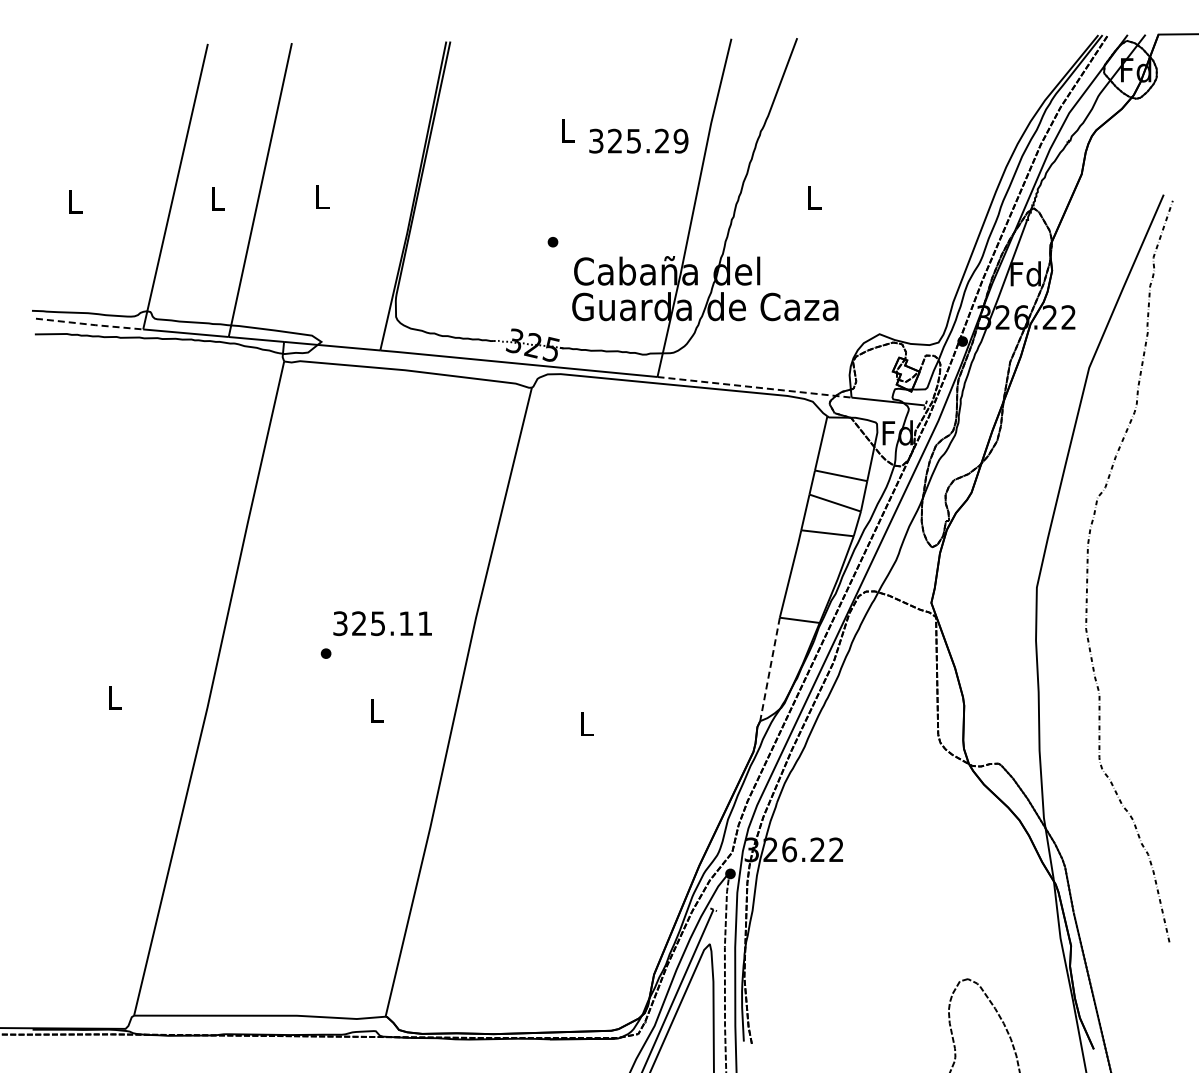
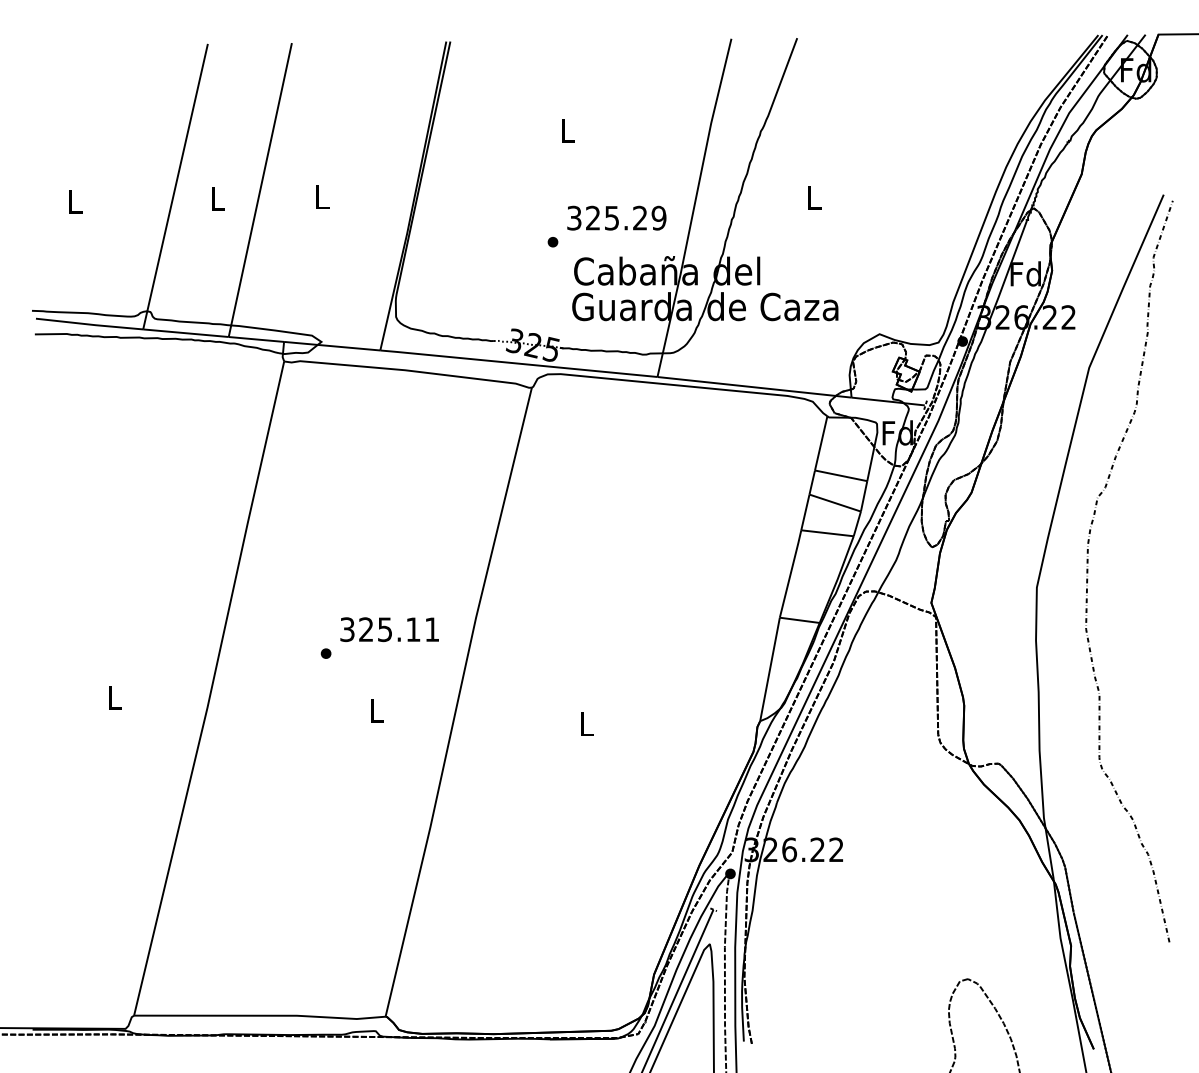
text at (638, 140) position: (638, 140) -> (616, 217)
line at (89, 324): dashed -> solid
line at (754, 387): dashed -> solid
text at (382, 623) position: (382, 623) -> (389, 629)
line at (770, 669): dashed -> solid
